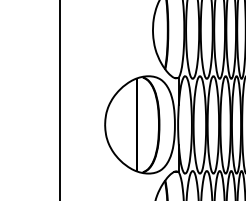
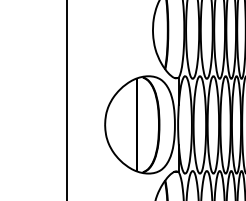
line at (59, 99) position: (59, 99) -> (66, 99)
